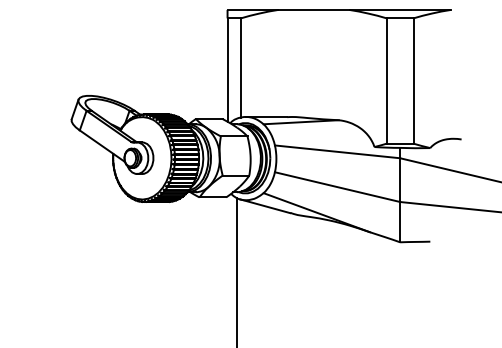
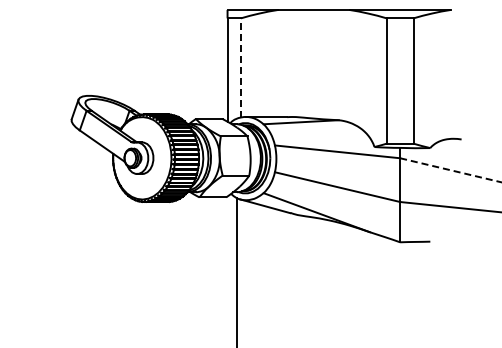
line at (240, 67): solid -> dashed
line at (450, 170): solid -> dashed
